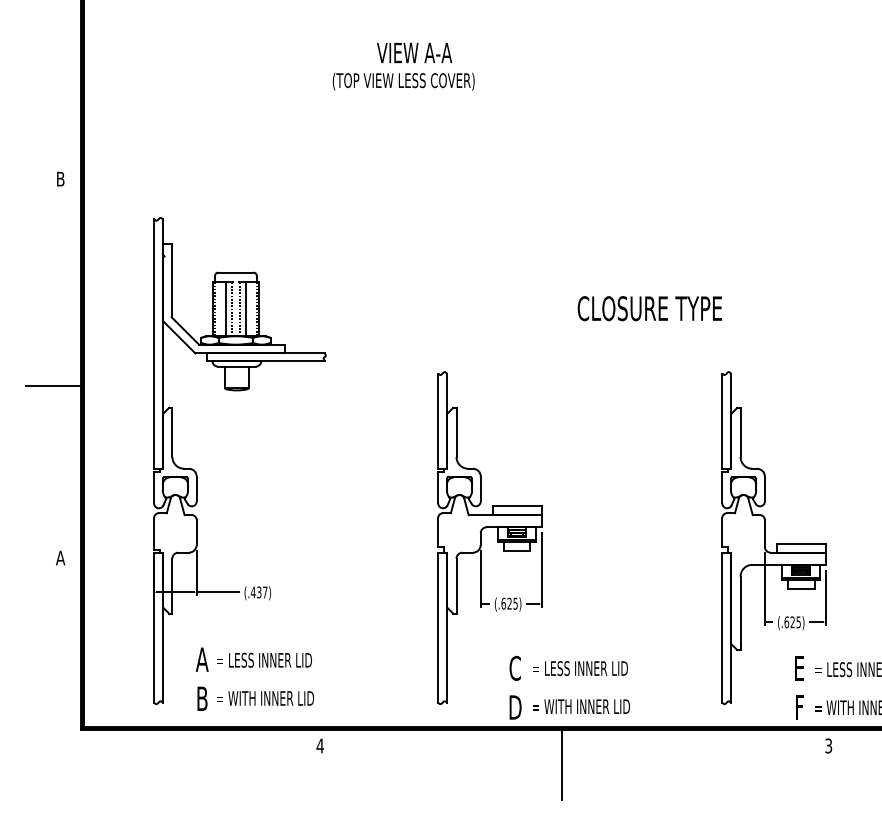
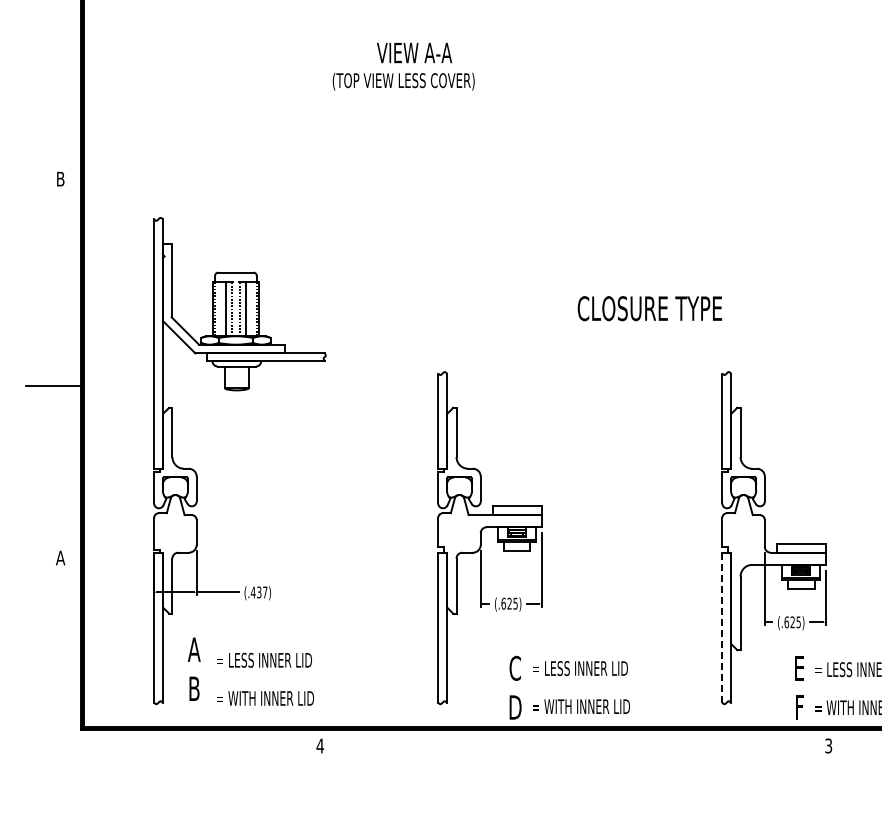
line at (722, 627): solid -> dashed
text at (201, 678) position: (201, 678) -> (193, 668)
line at (562, 764): present -> none
